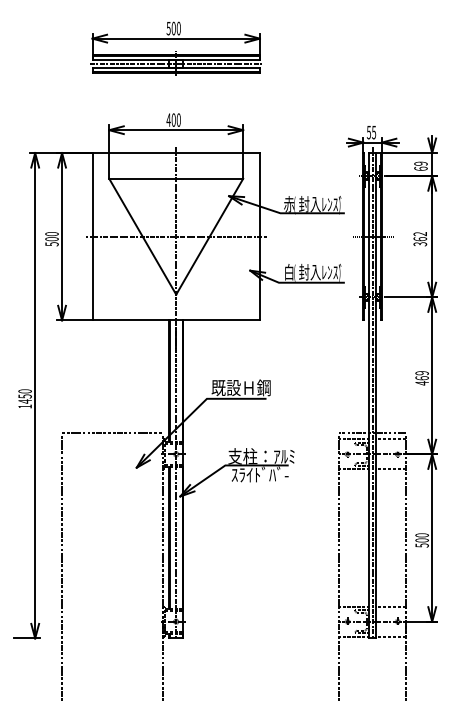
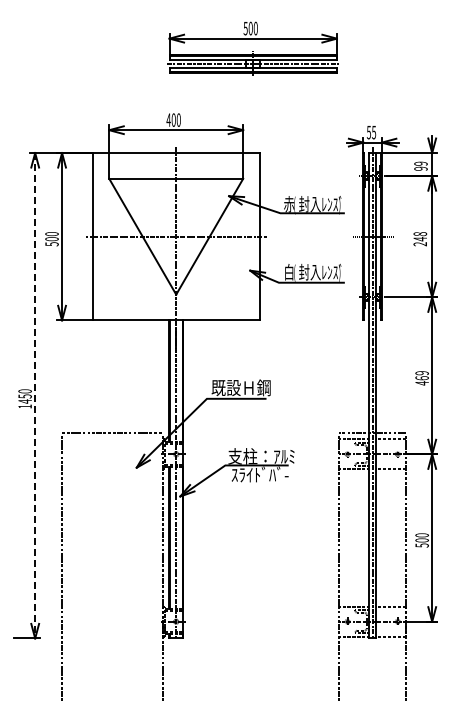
part at (175, 48) position: (175, 48) -> (252, 48)
text at (420, 168): 69 -> 99
text at (420, 239): 362 -> 248
line at (35, 395): solid -> dashed
